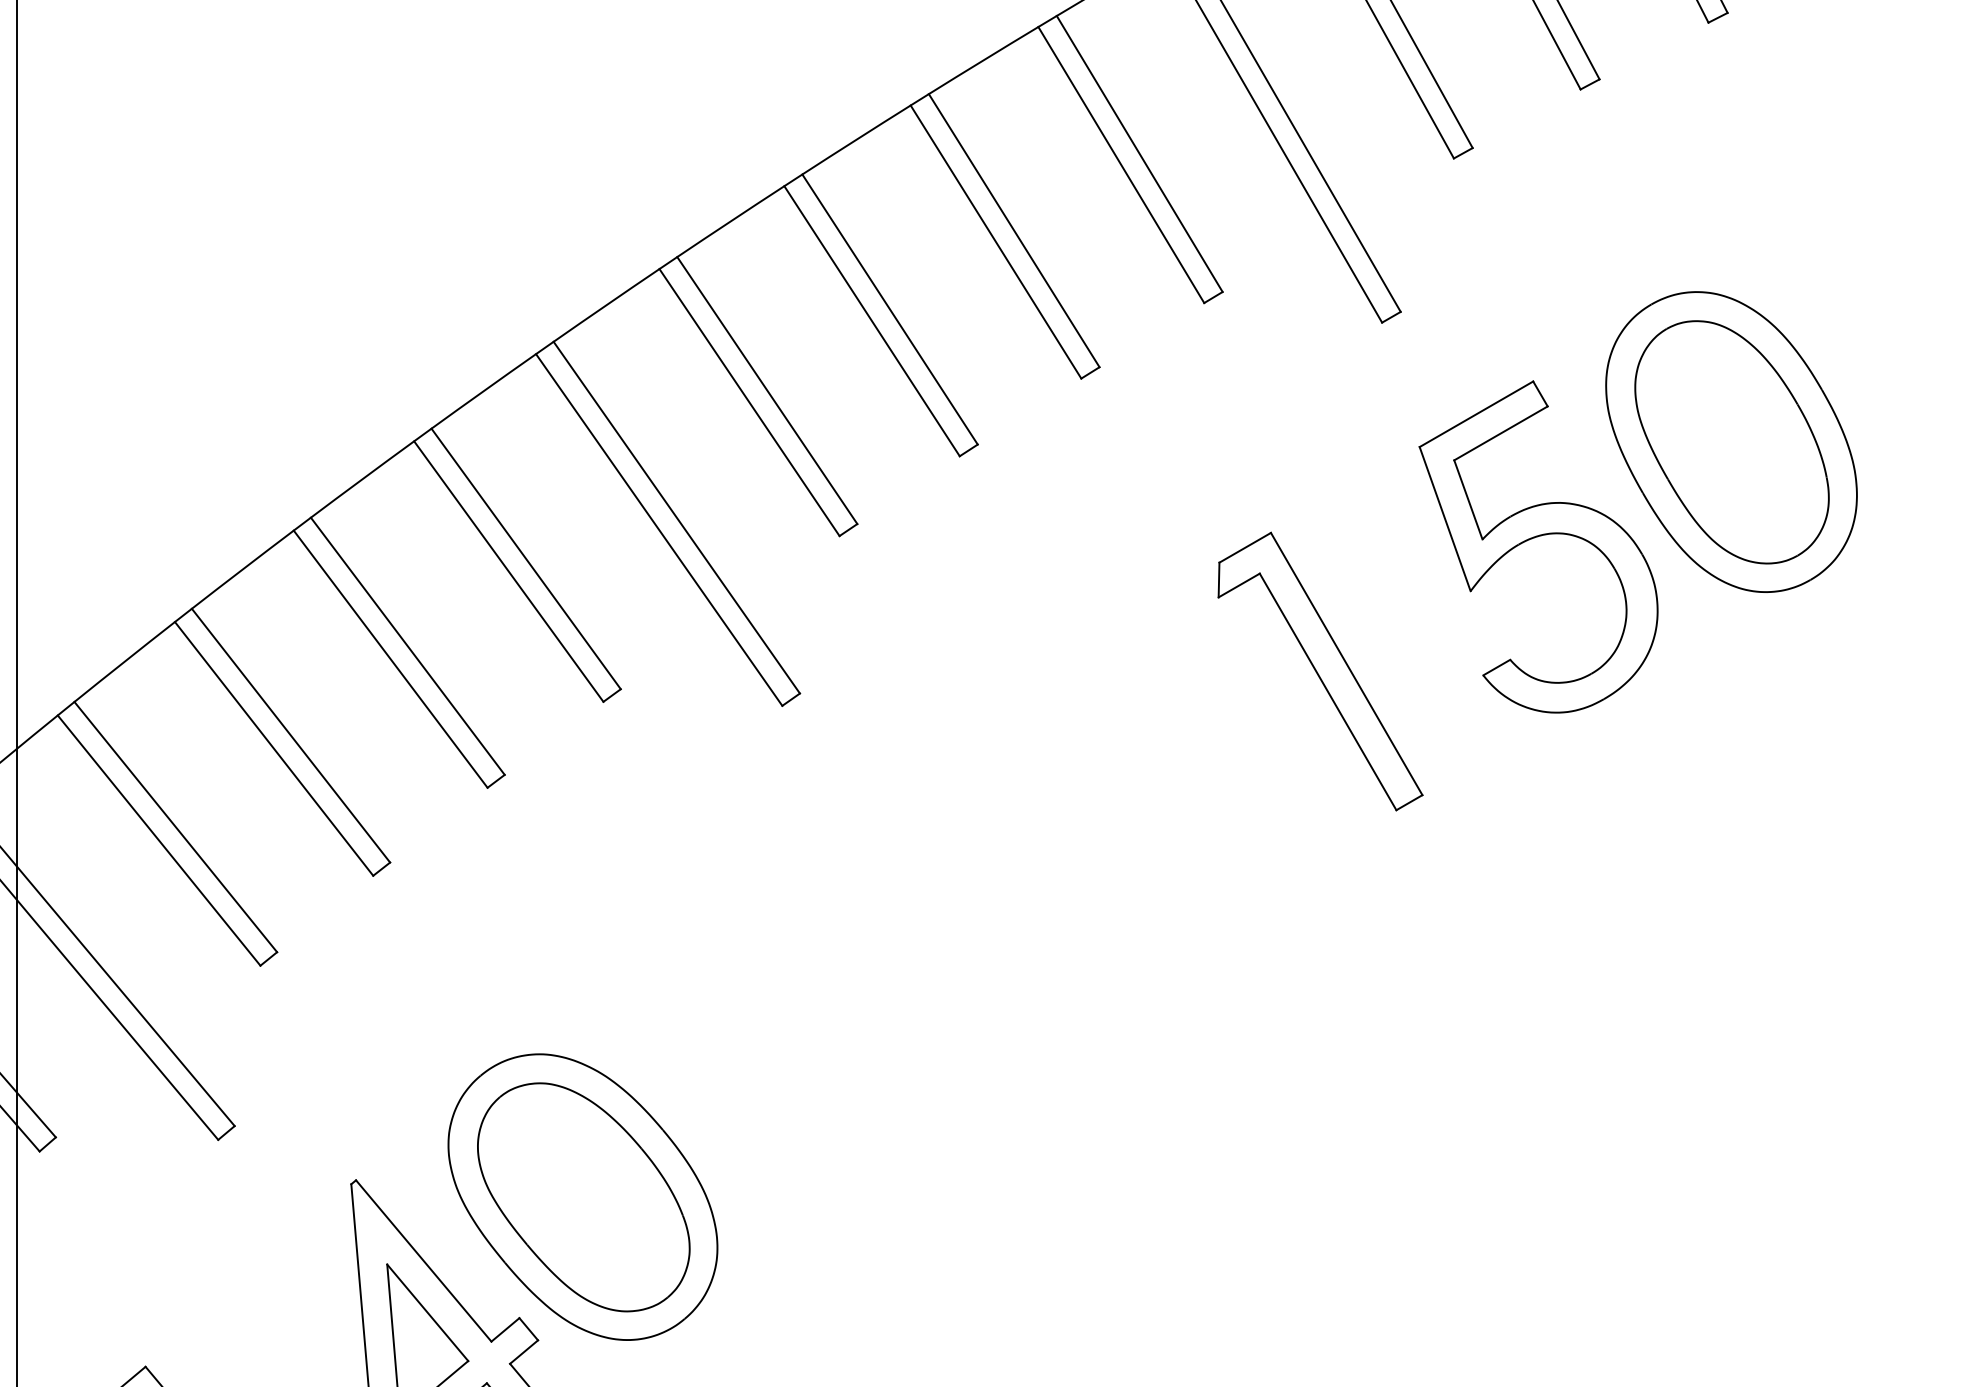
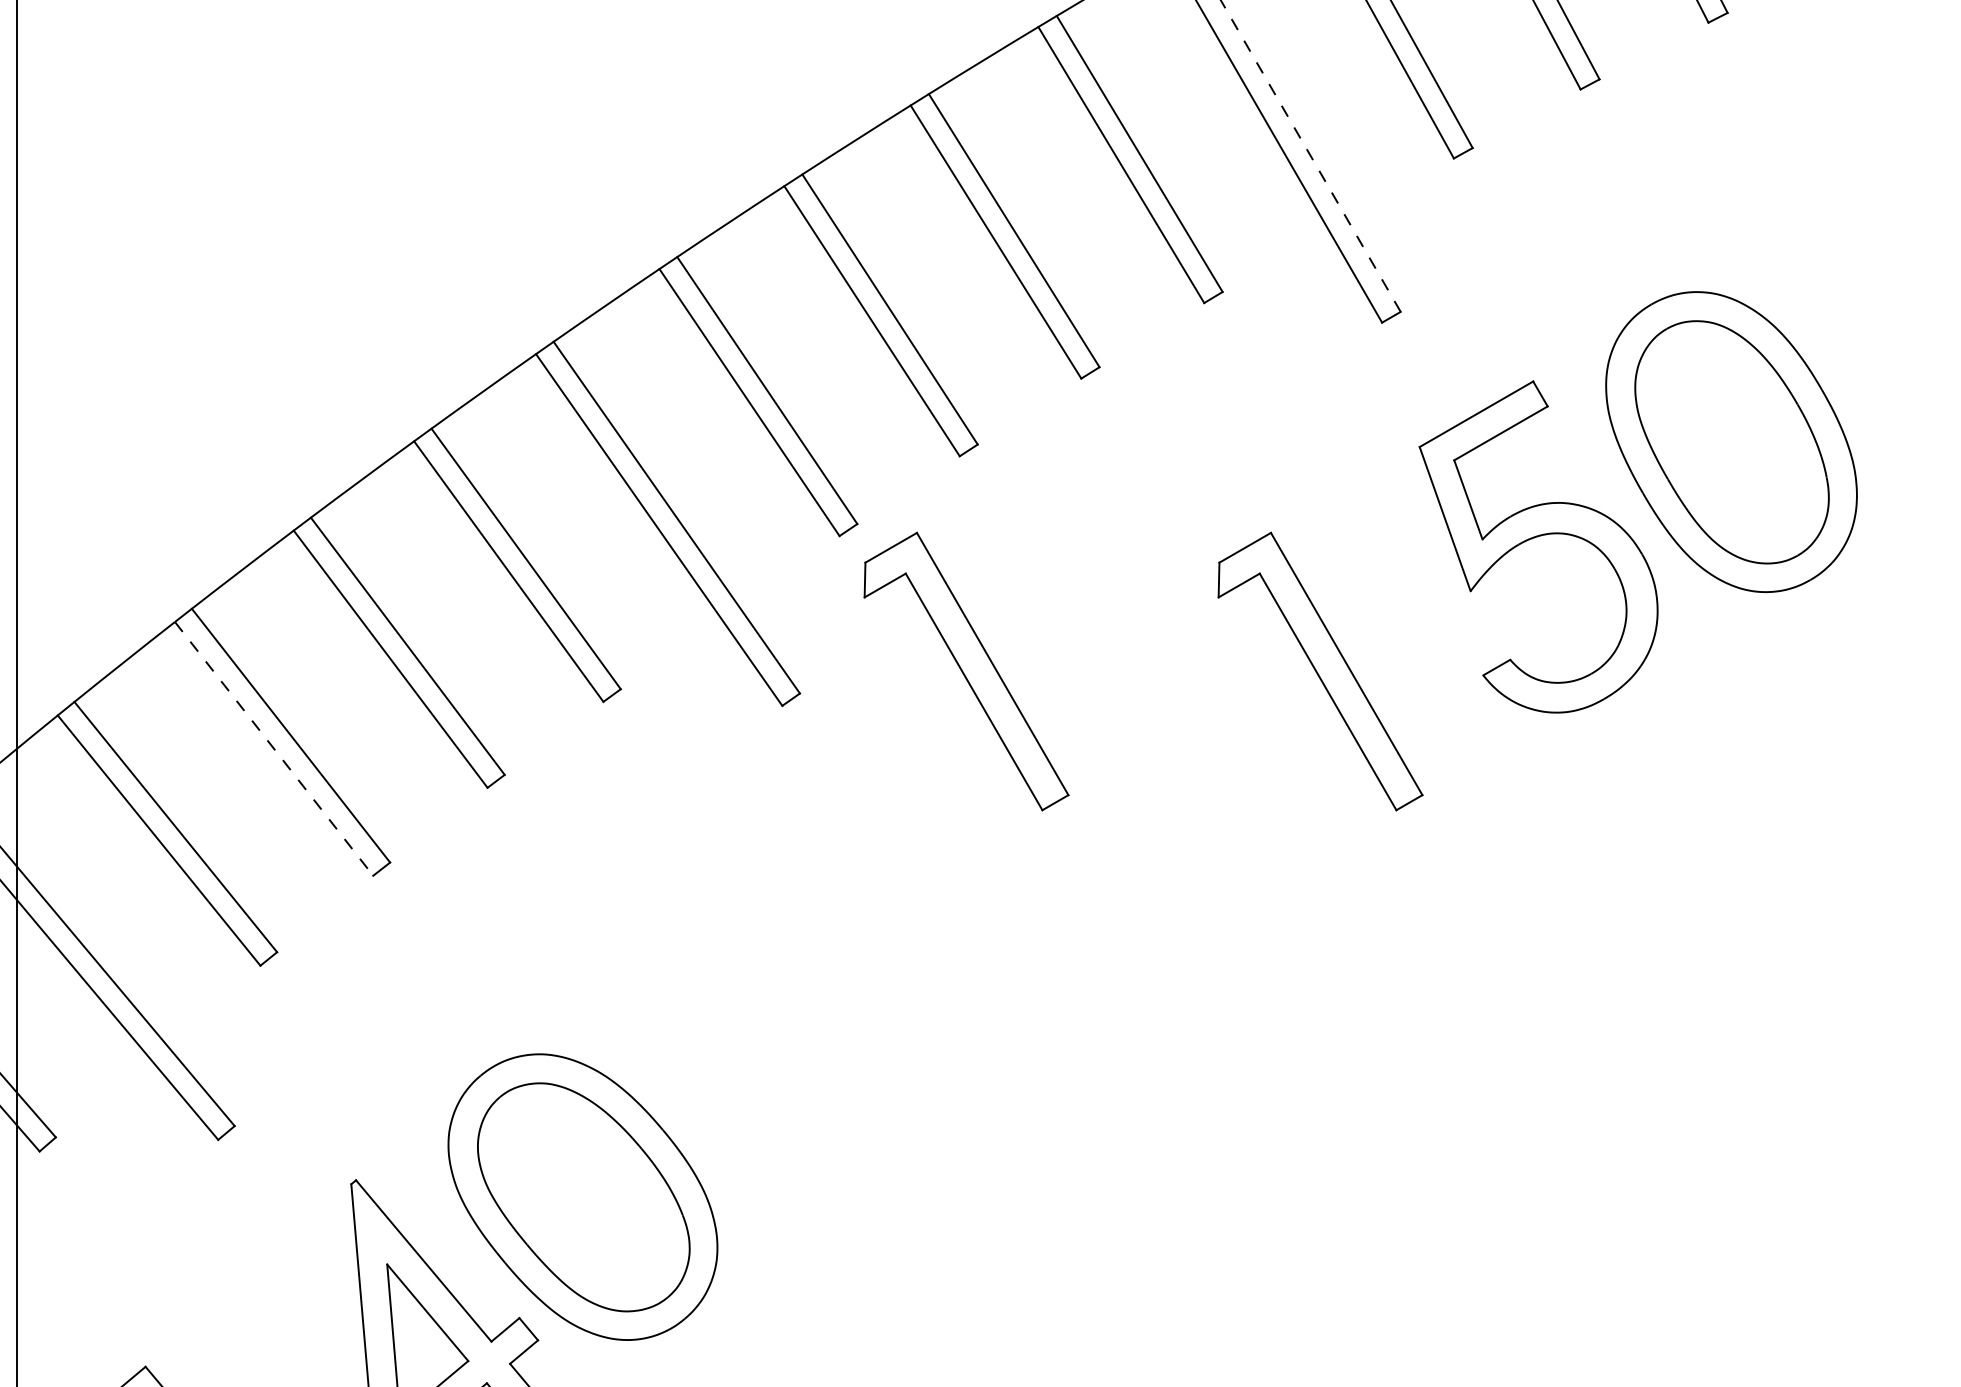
line at (1310, 156): solid -> dashed
part at (966, 671): none -> present
line at (274, 749): solid -> dashed
